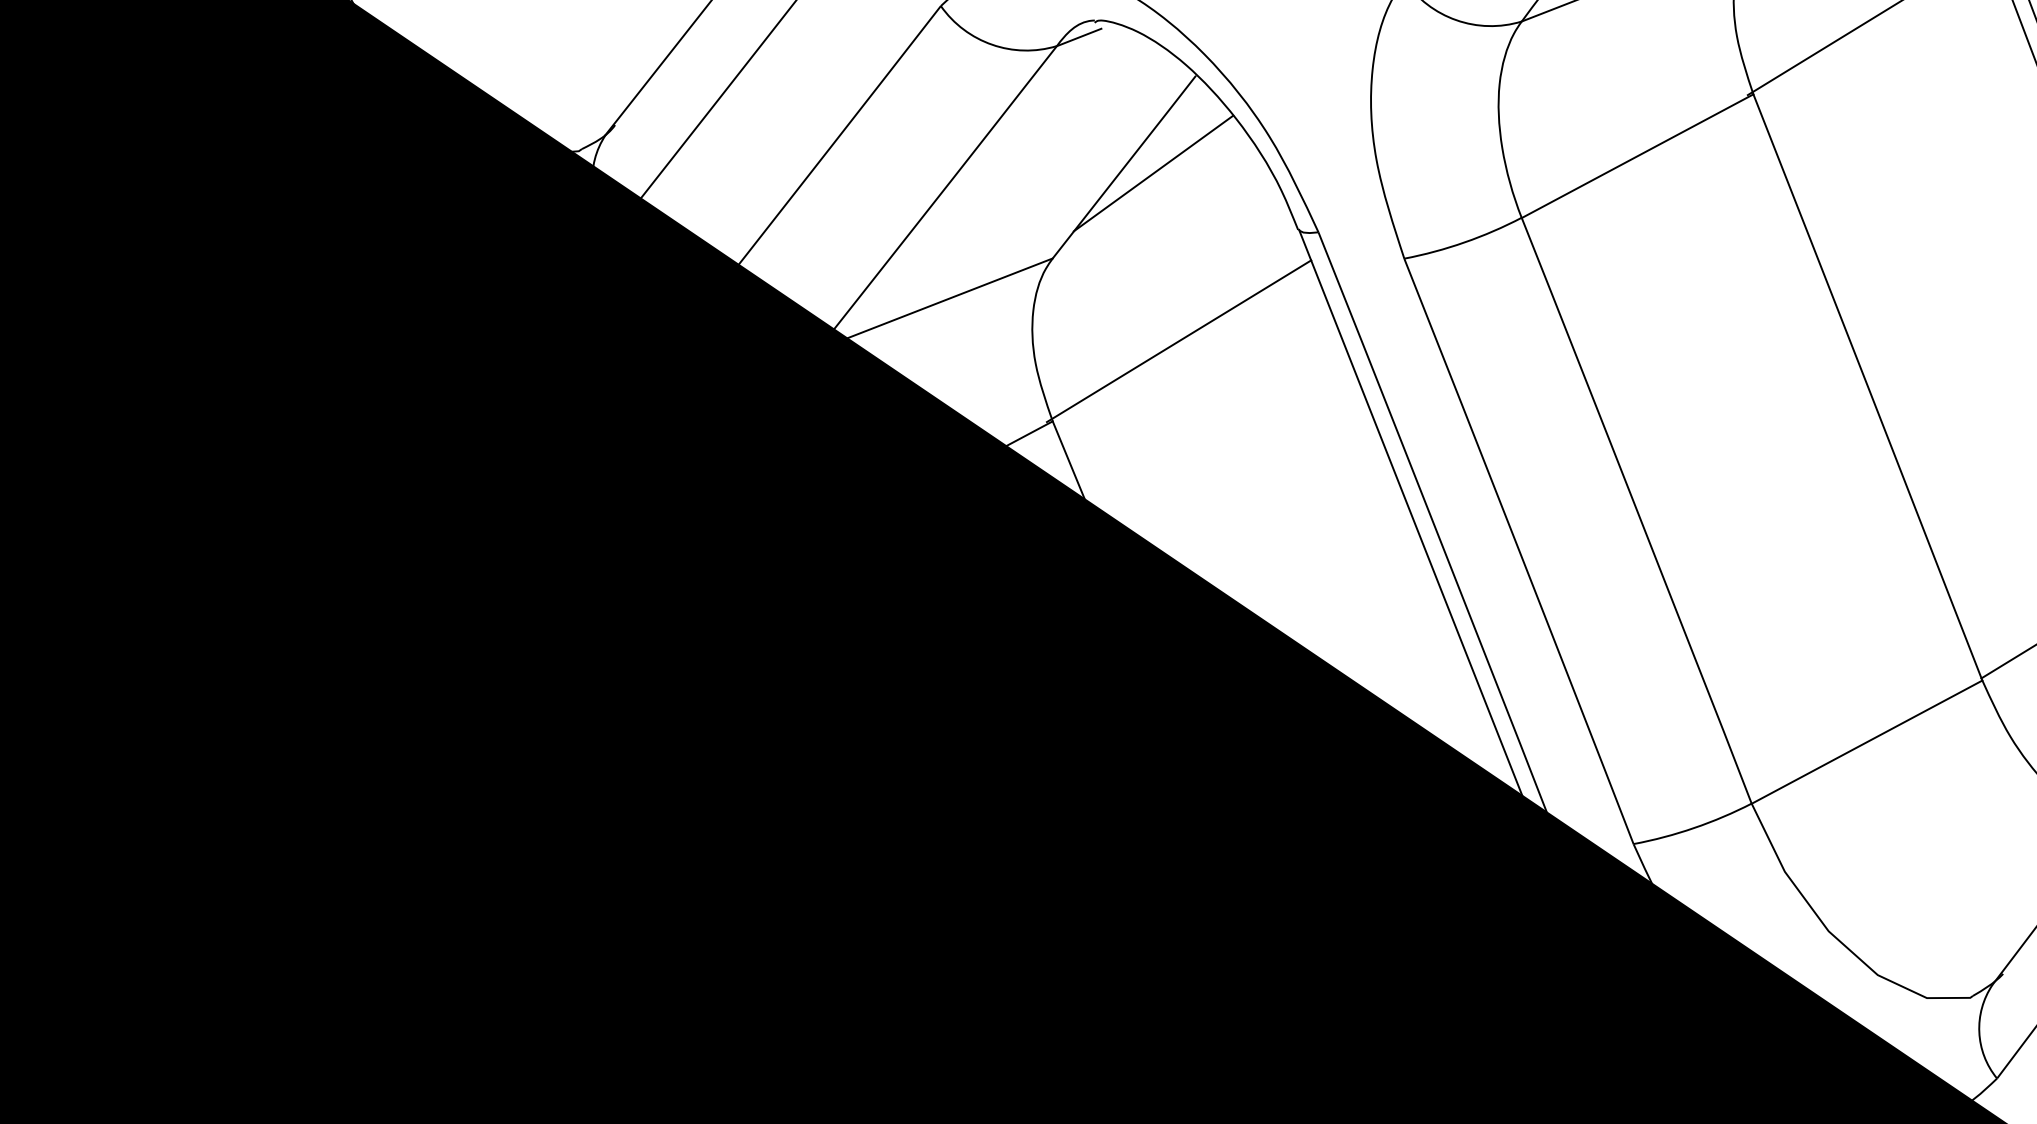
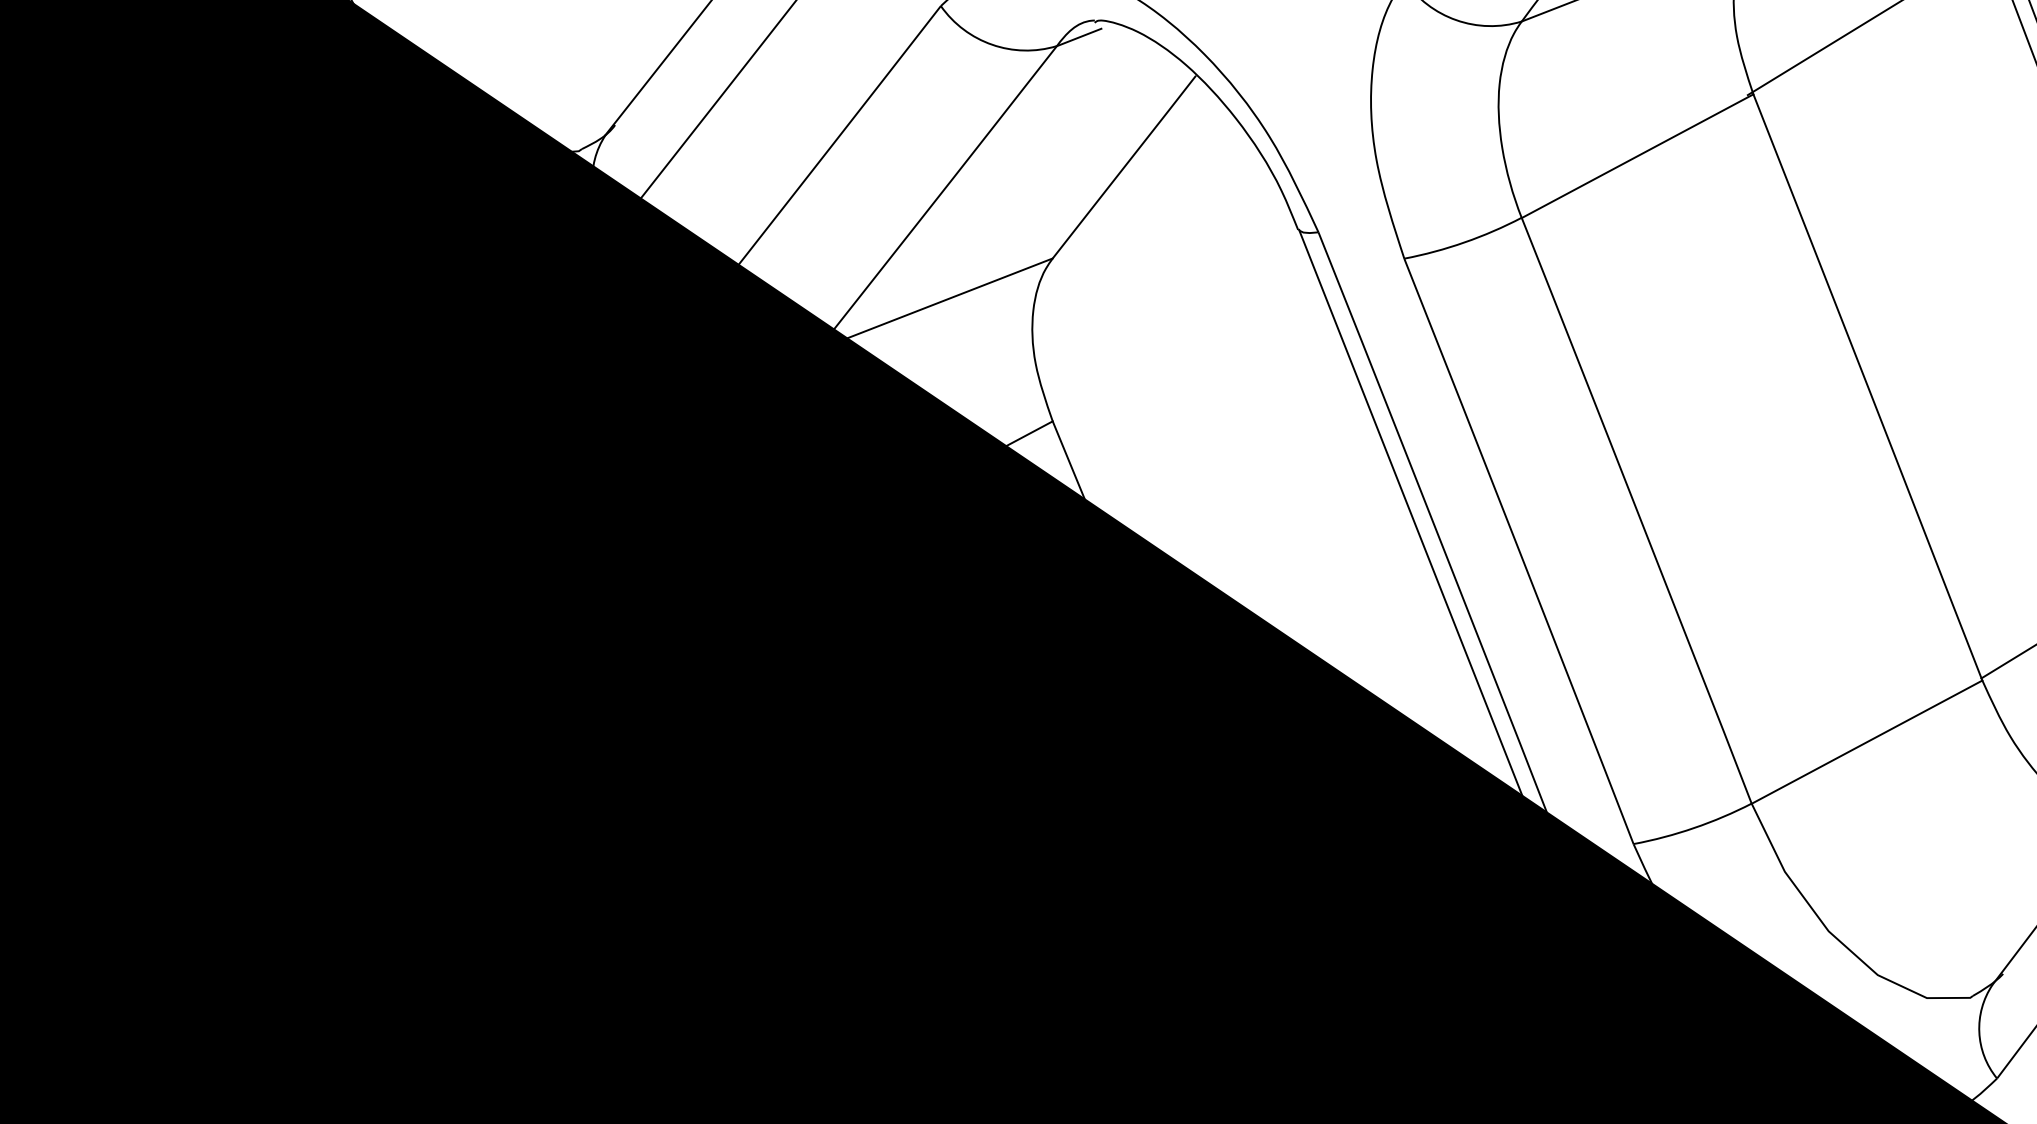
line at (1153, 173): present -> none
line at (1178, 341): present -> none
